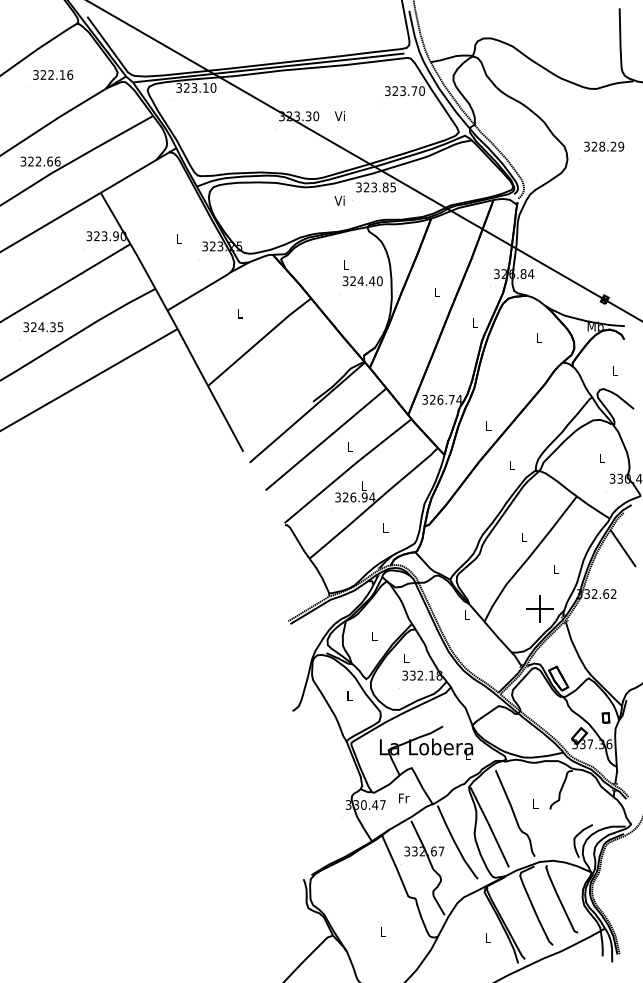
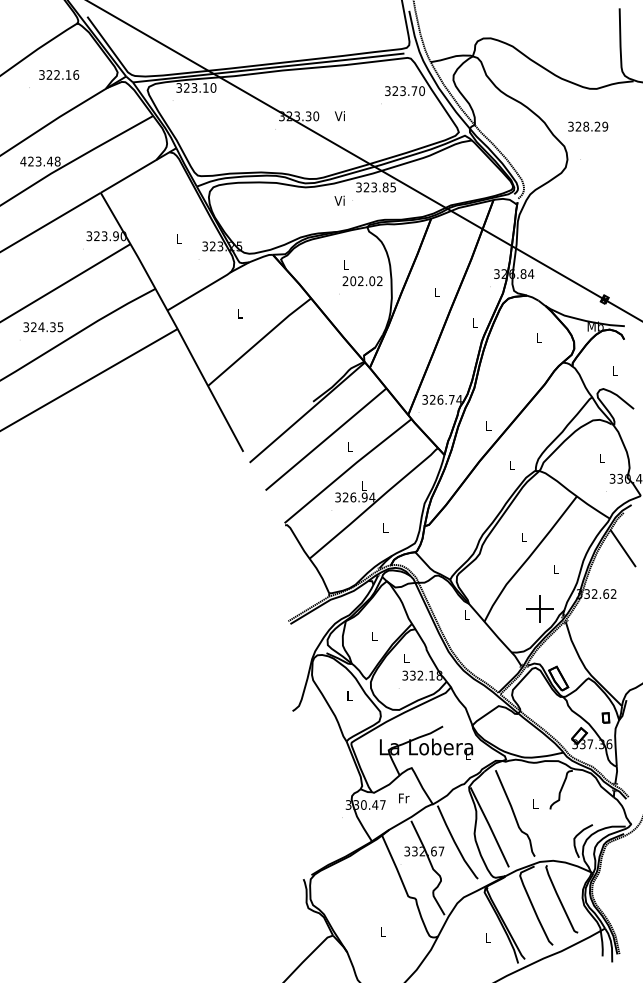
text at (53, 74) position: (53, 74) -> (59, 74)
text at (604, 146) position: (604, 146) -> (588, 126)
text at (40, 161): 322.66 -> 423.48
text at (362, 281): 324.40 -> 202.02
